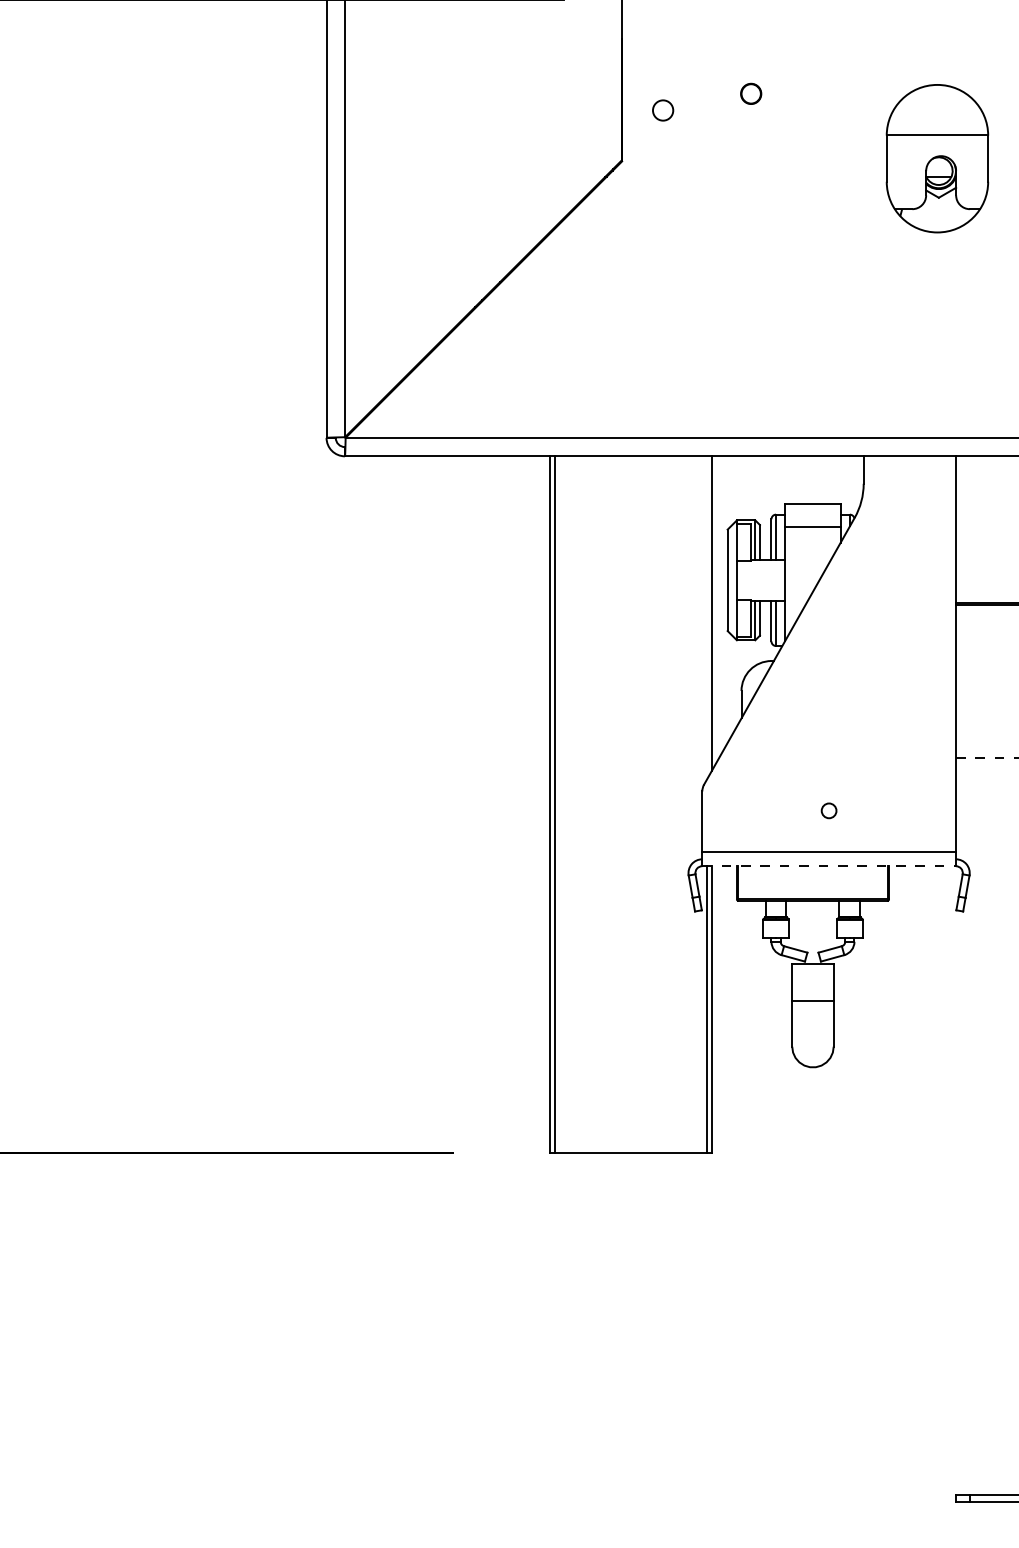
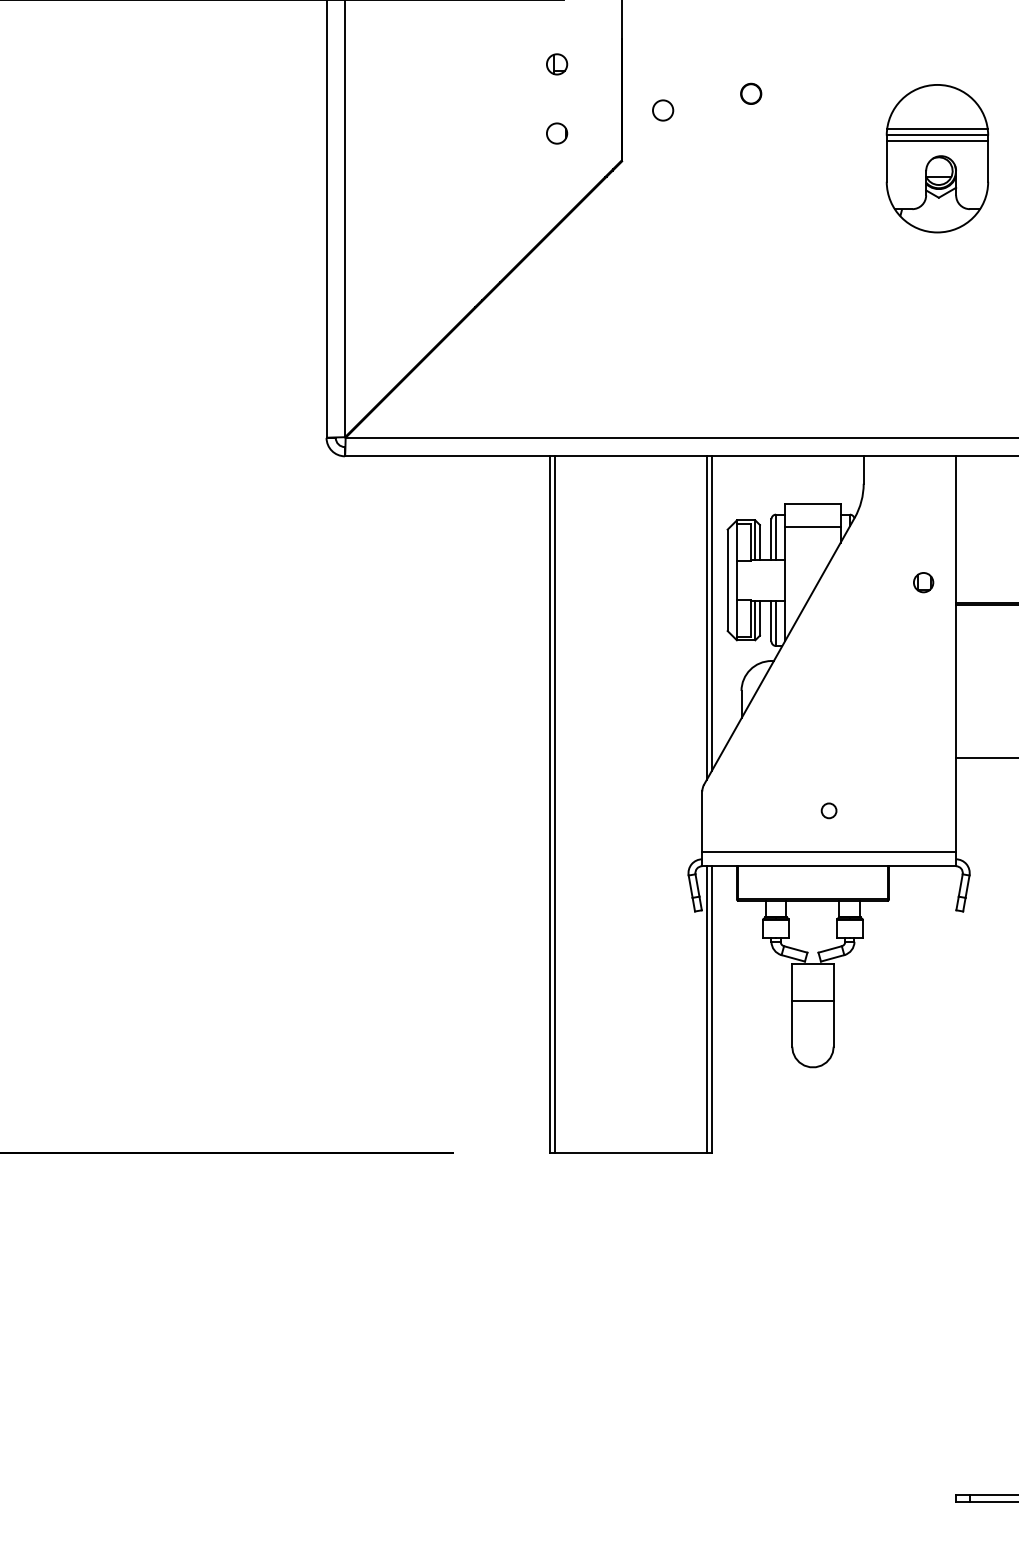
part at (557, 64): none -> present
line at (937, 128): none -> present
circle at (557, 133): none -> present
line at (937, 141): none -> present
part at (923, 582): none -> present
line at (706, 617): none -> present
line at (987, 757): dashed -> solid
line at (829, 866): dashed -> solid
